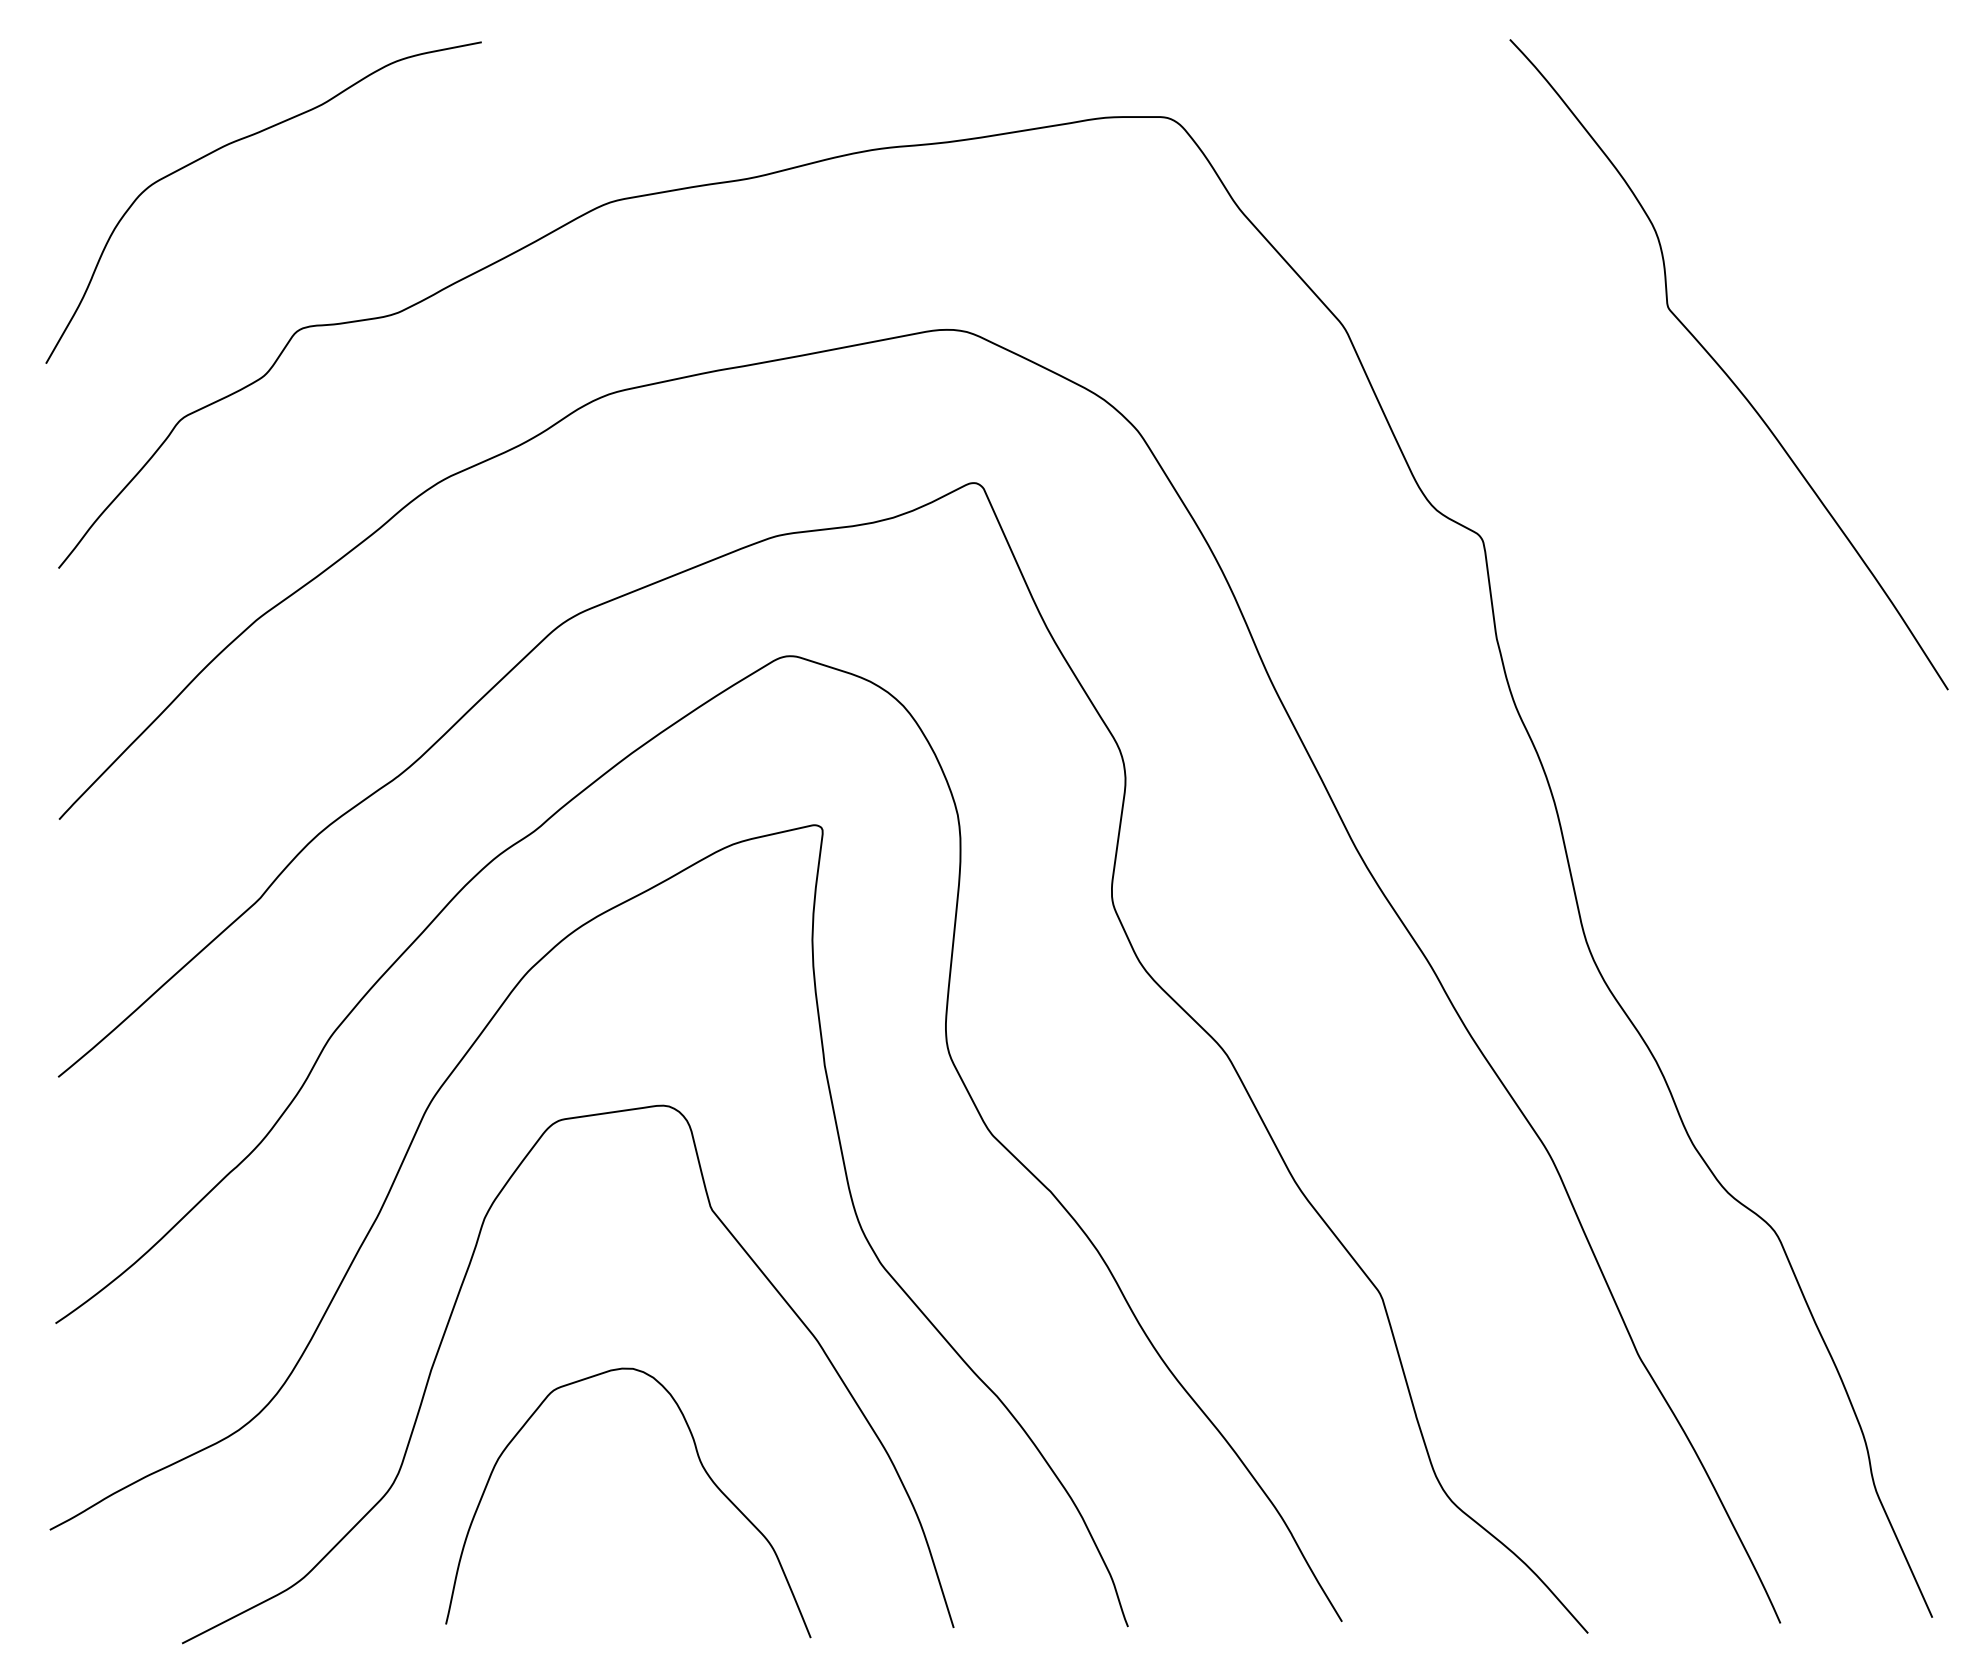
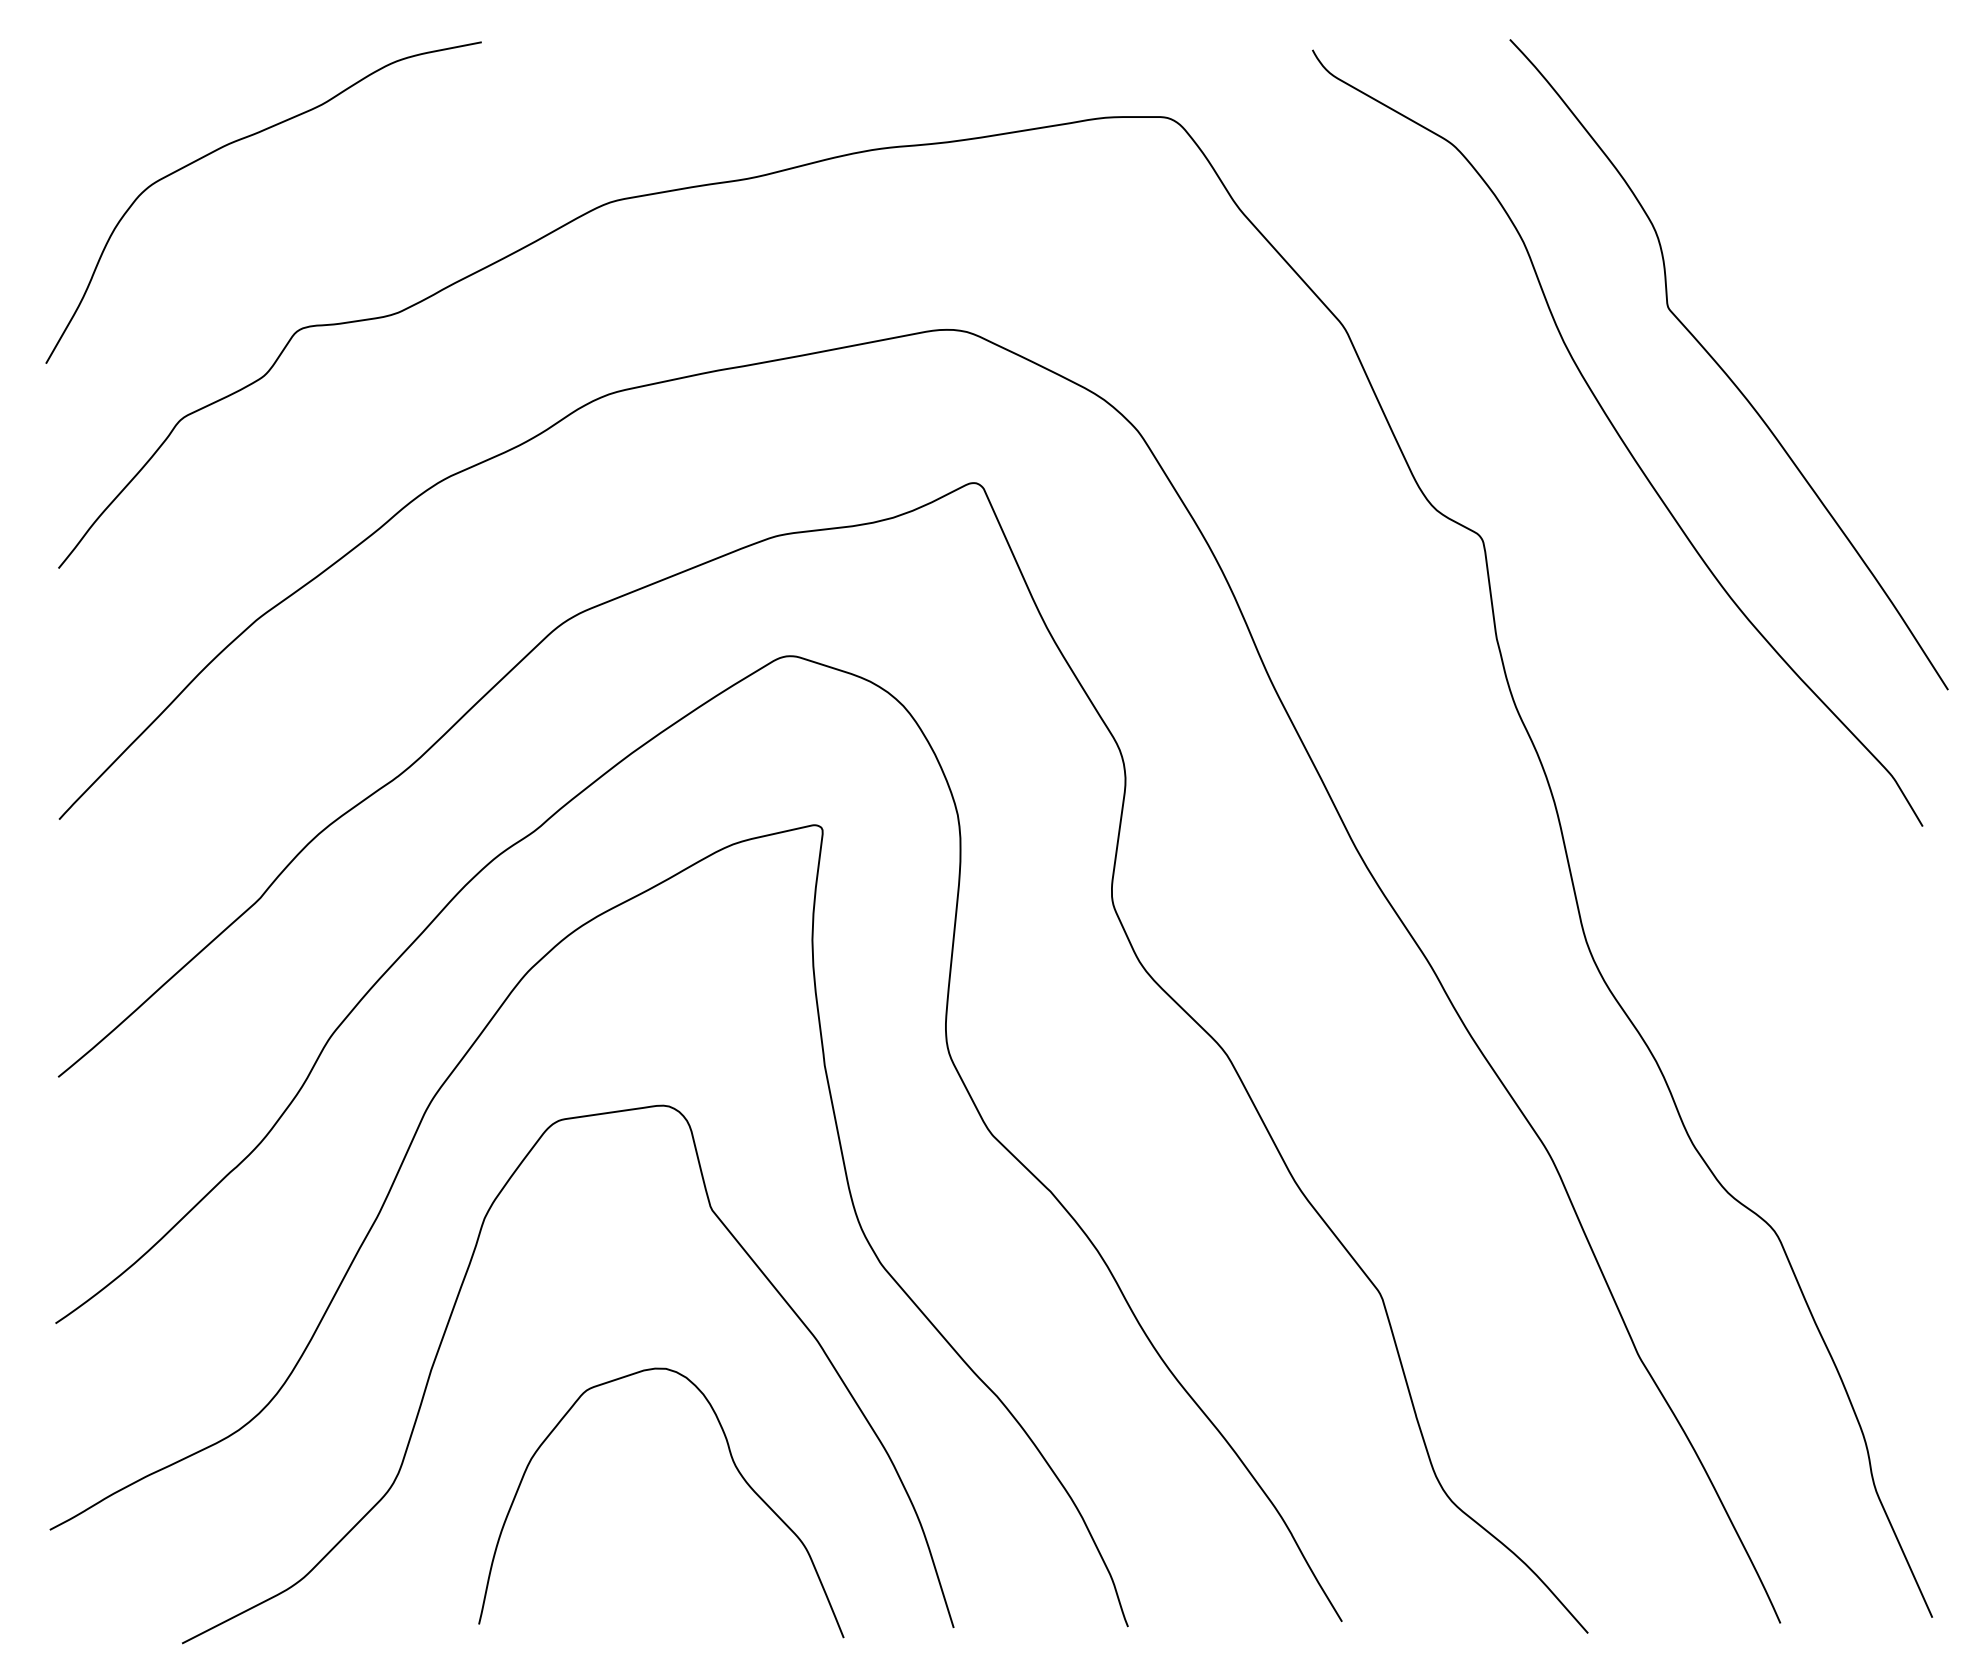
curve at (1618, 436): none -> present
curve at (701, 1466) position: (701, 1466) -> (734, 1466)
